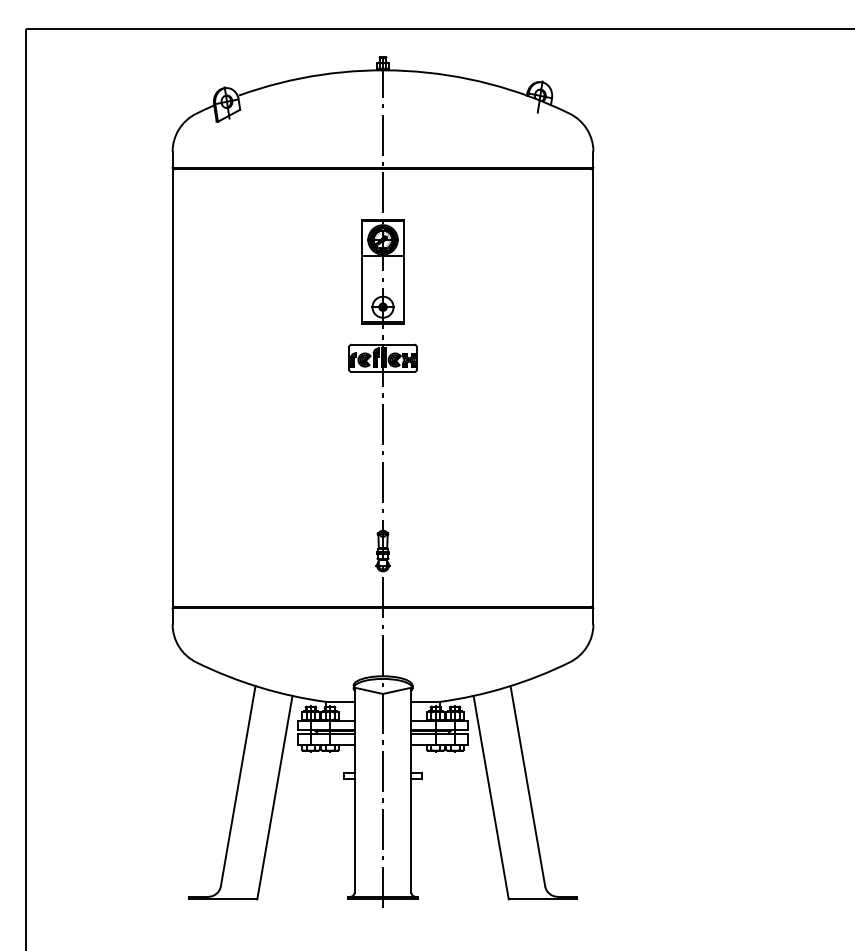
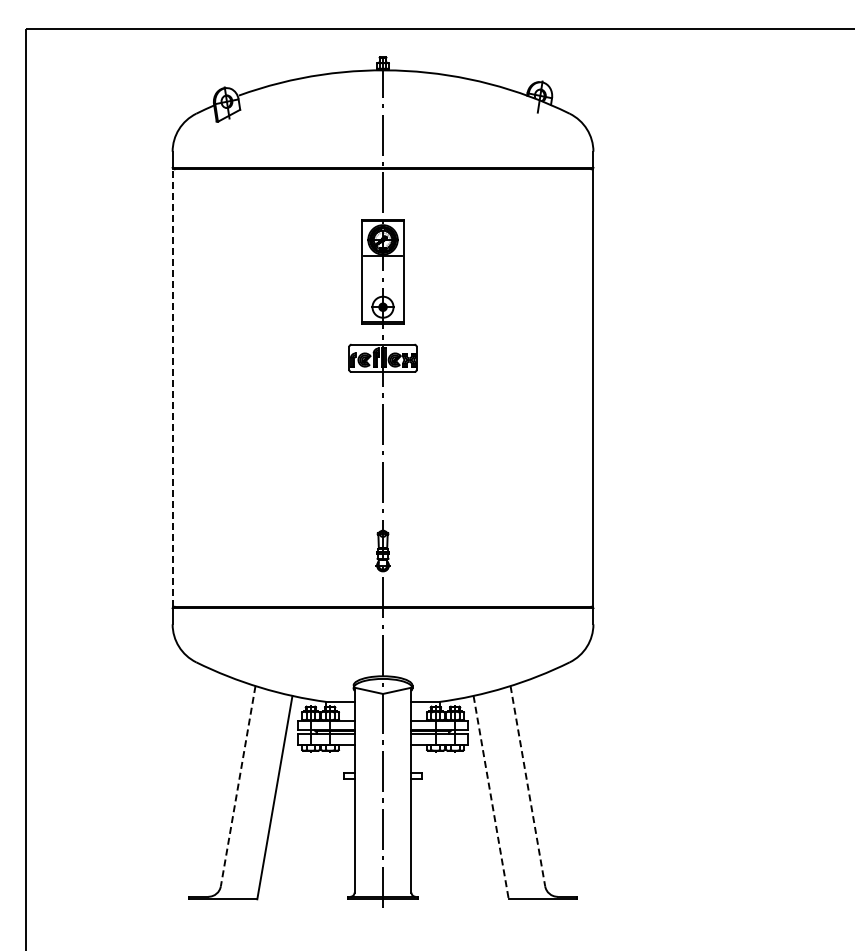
line at (172, 388): solid -> dashed
line at (238, 786): solid -> dashed
line at (527, 786): solid -> dashed
line at (491, 798): solid -> dashed
